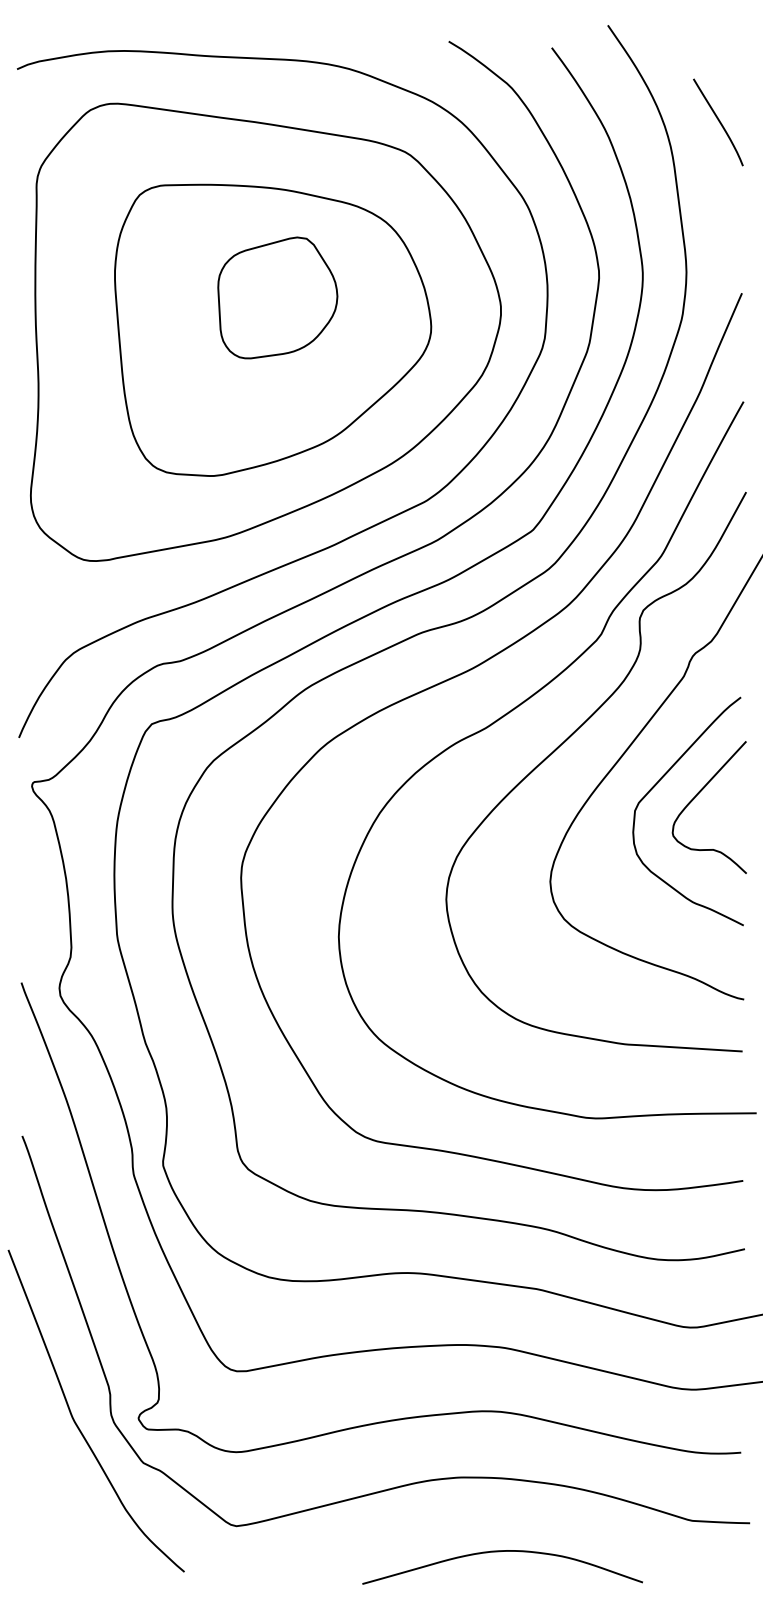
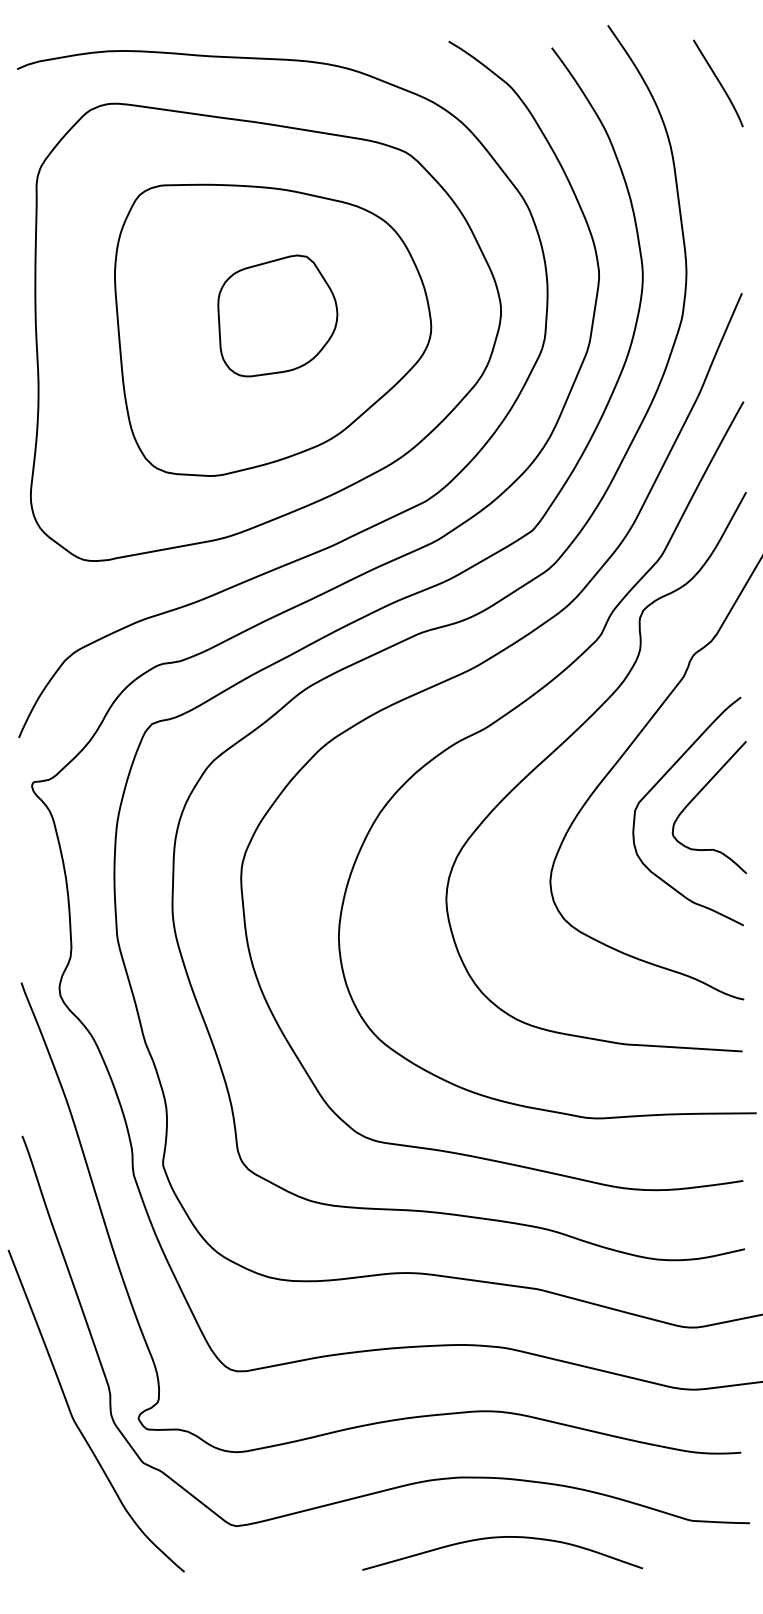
curve at (718, 121) position: (718, 121) -> (718, 82)
part at (277, 297) position: (277, 297) -> (277, 315)
curve at (499, 1552) position: (499, 1552) -> (499, 1538)
